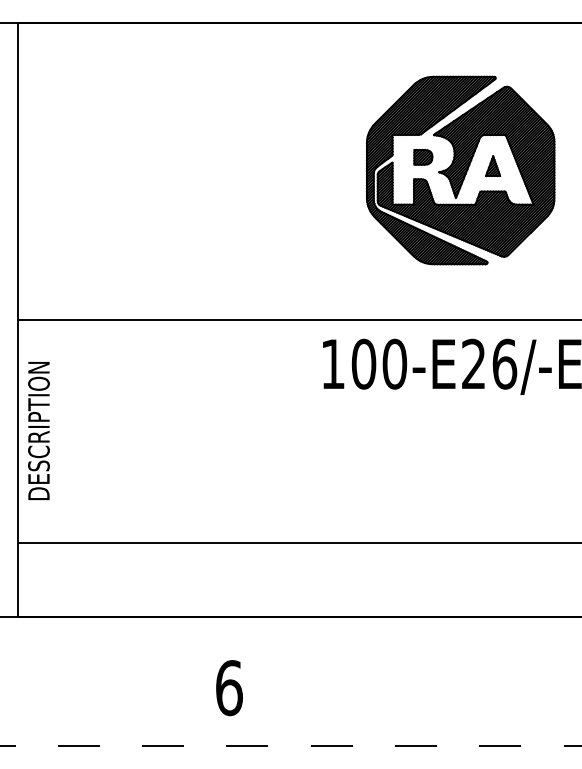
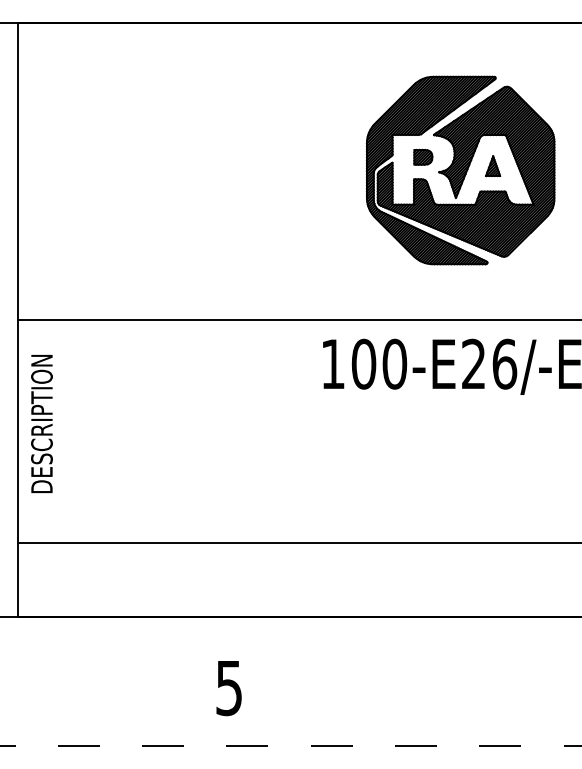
text at (38, 430) position: (38, 430) -> (41, 423)
text at (229, 688): 6 -> 5
